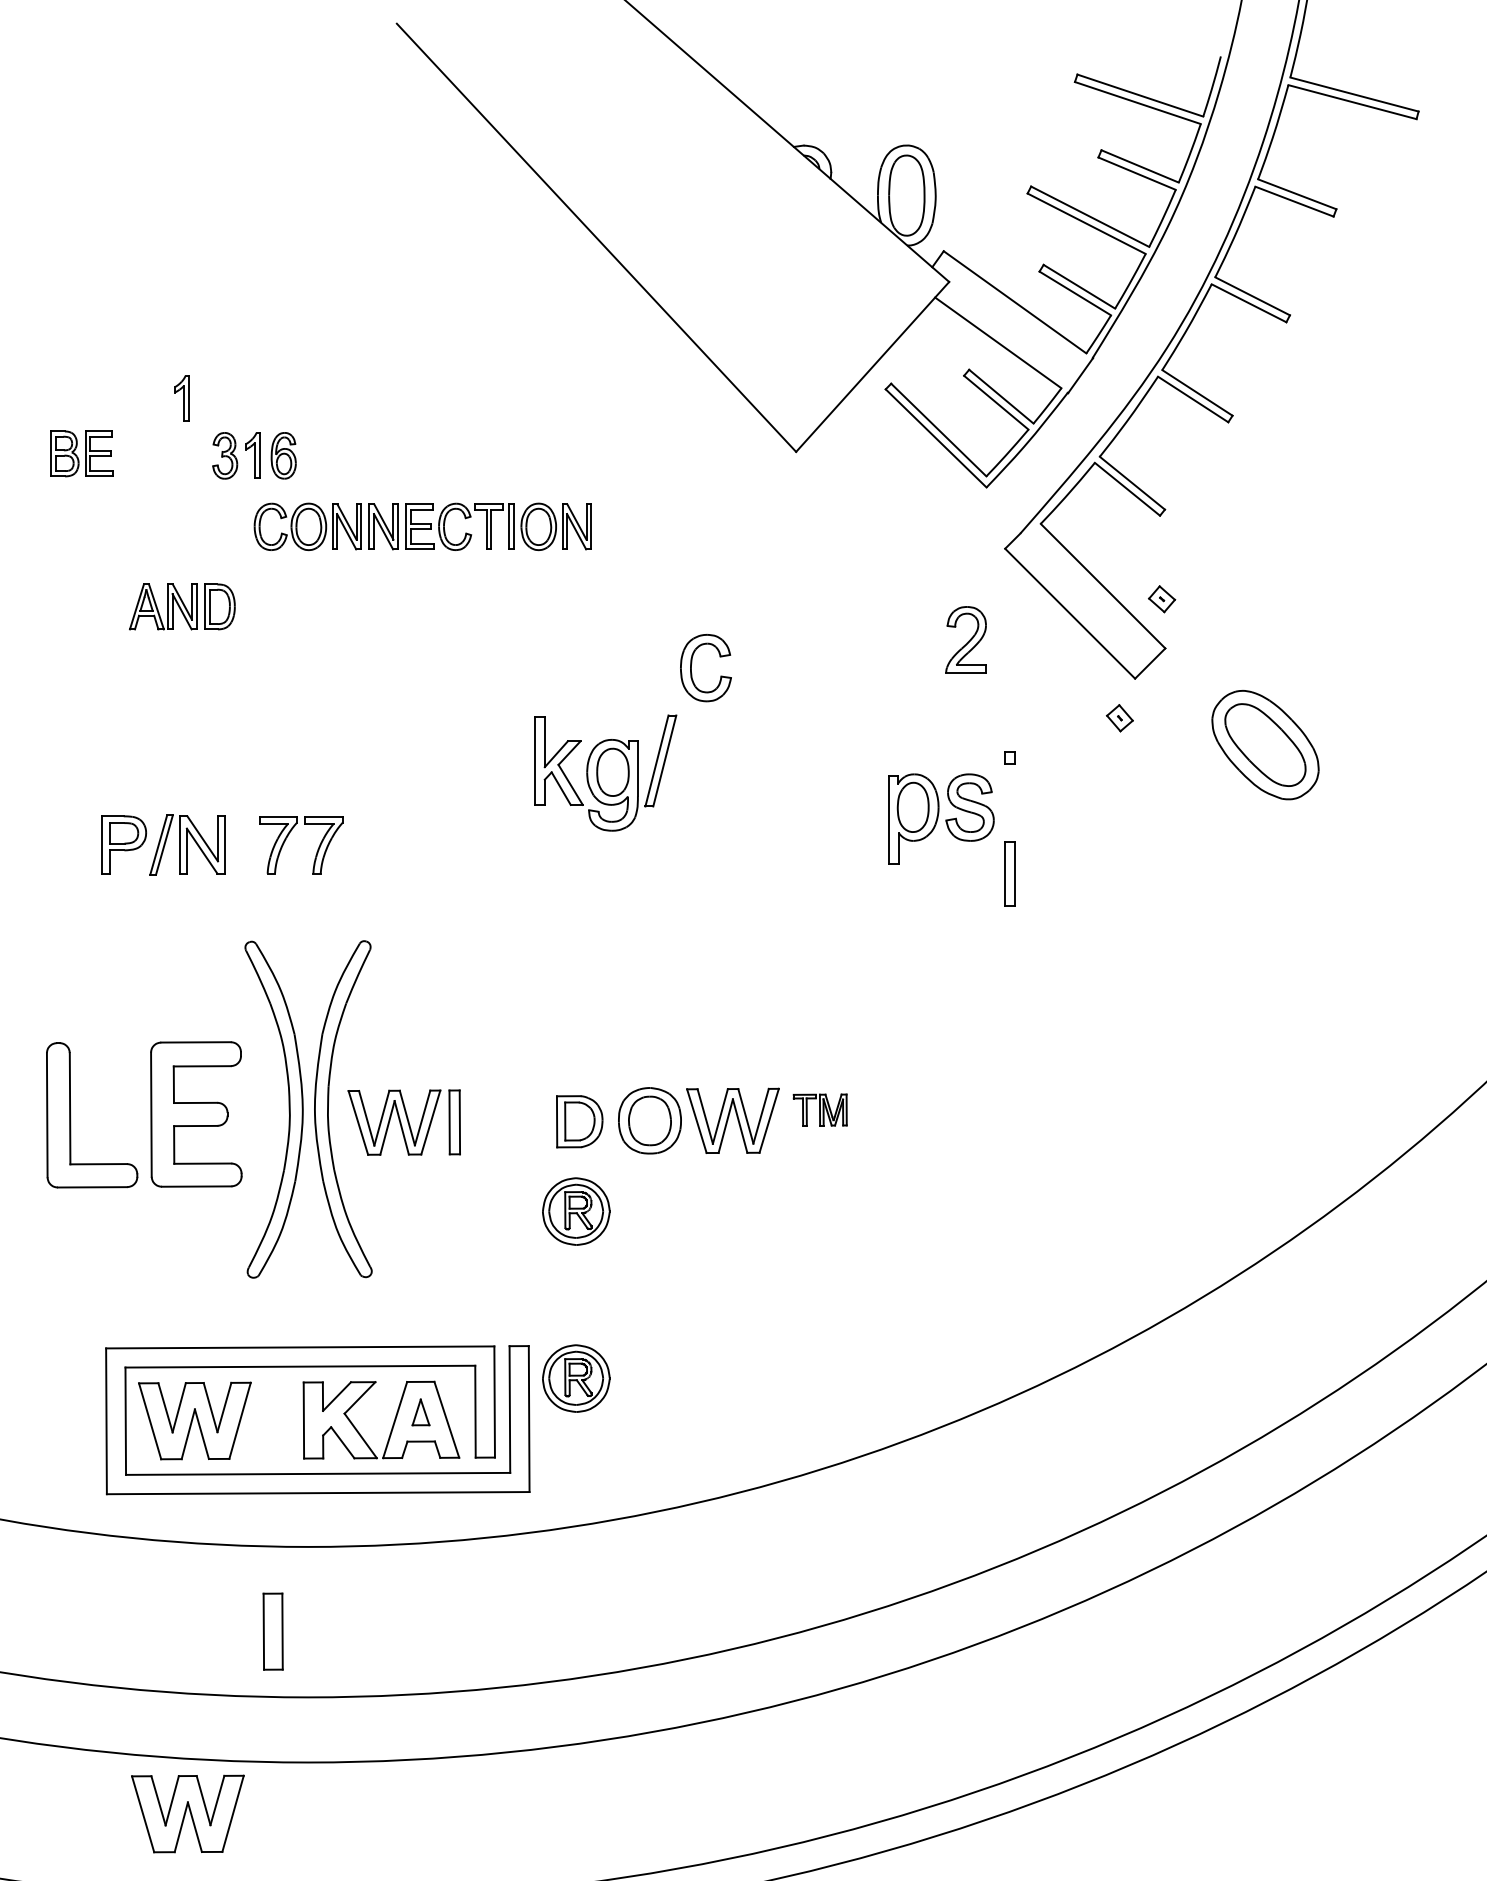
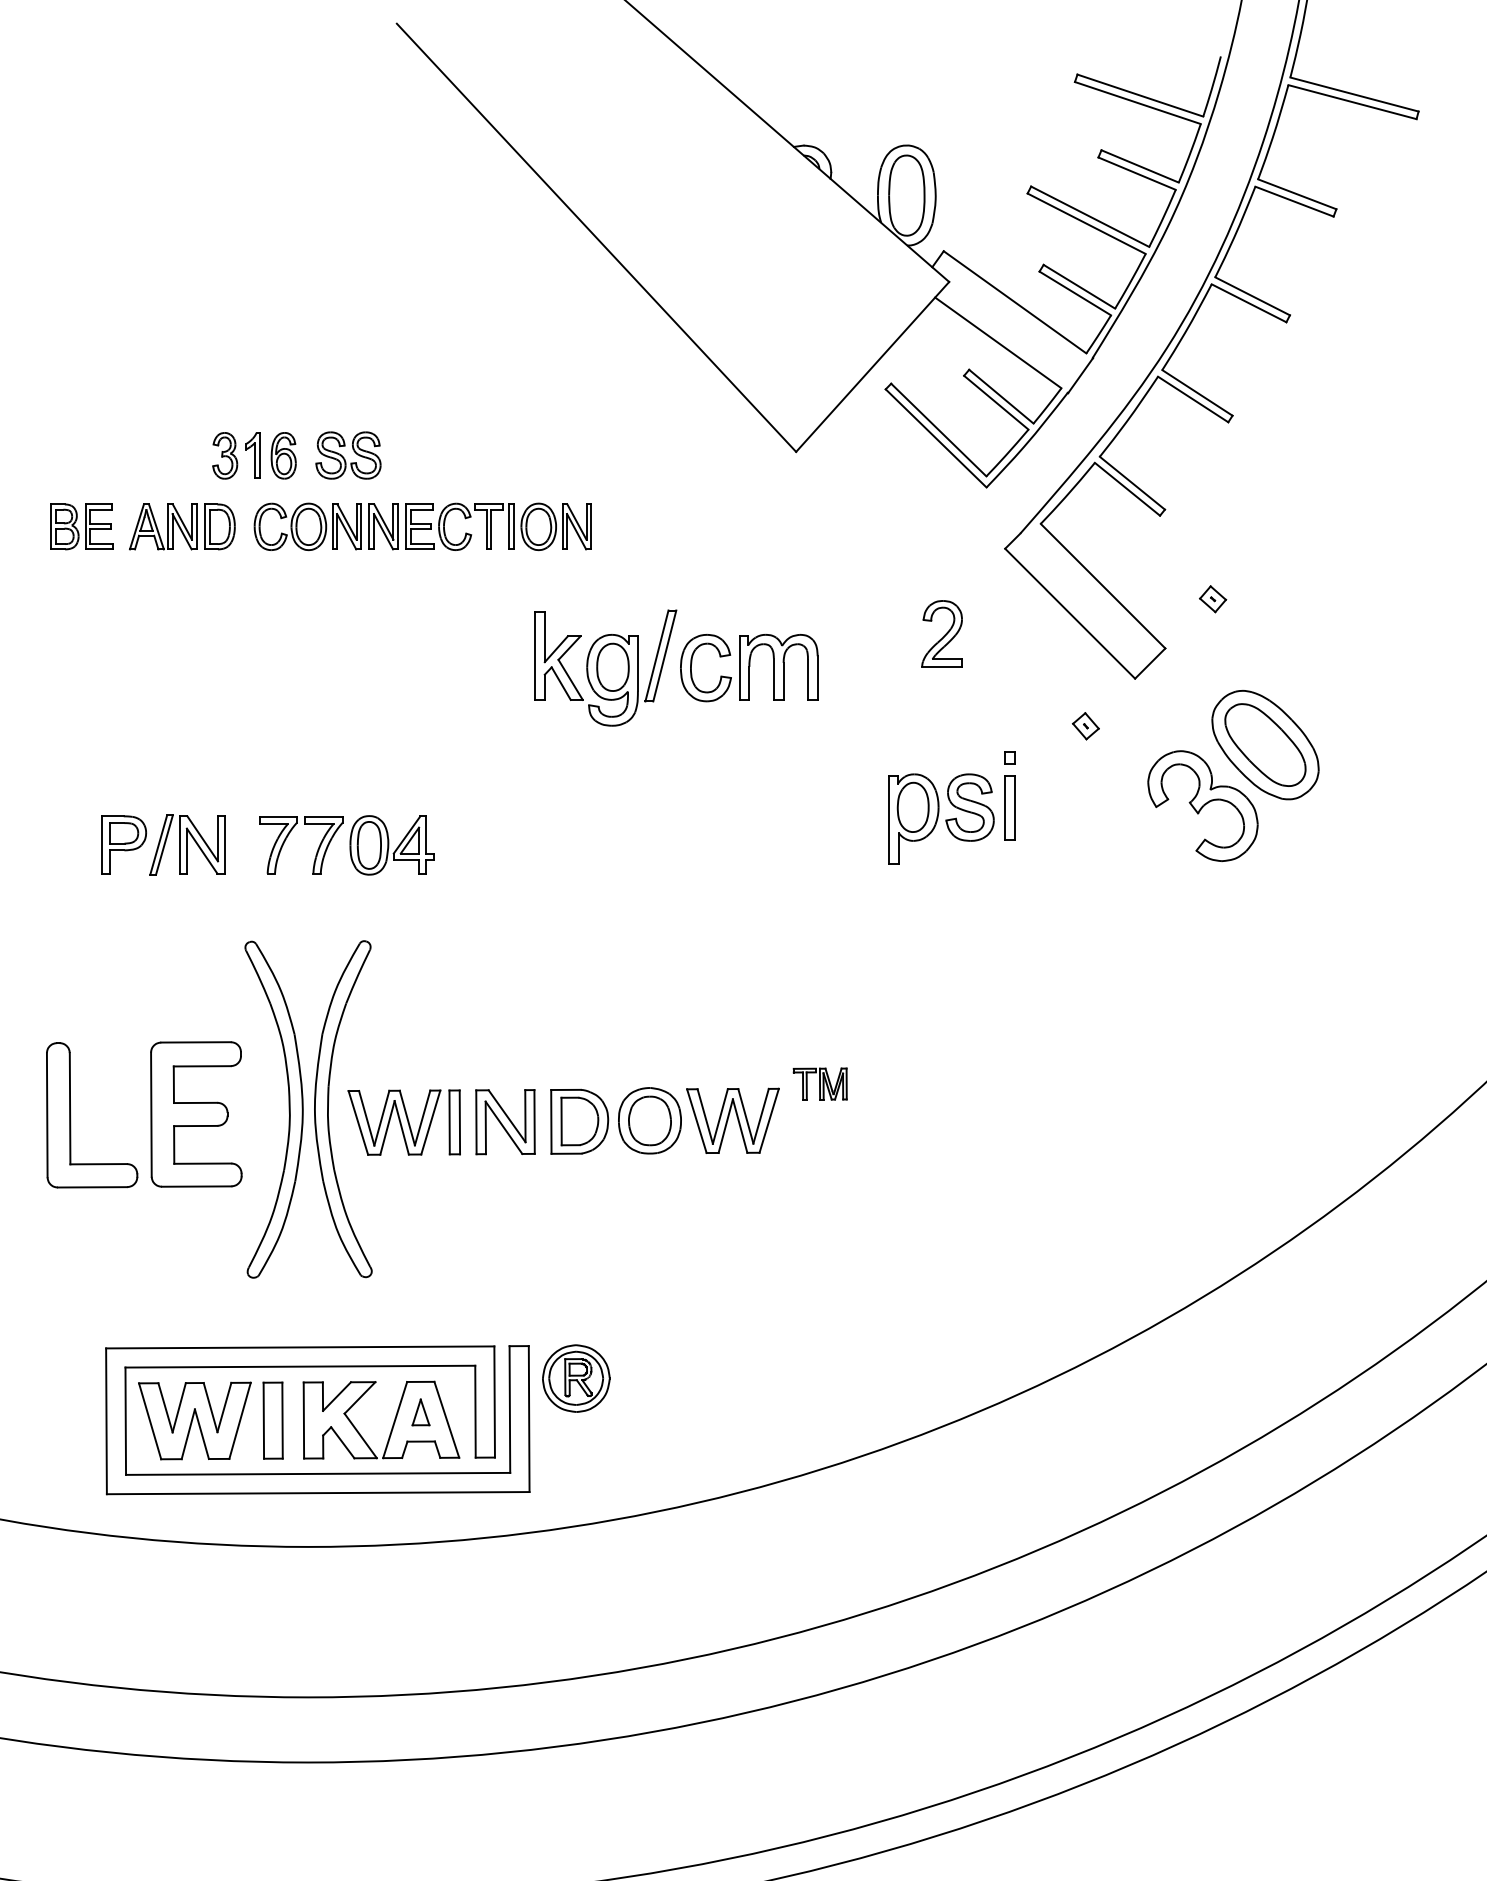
part at (181, 398): present -> none
part at (81, 453) position: (81, 453) -> (81, 526)
part at (348, 455): none -> present
part at (1162, 599) position: (1162, 599) -> (1213, 599)
part at (182, 606) position: (182, 606) -> (182, 526)
part at (965, 639) position: (965, 639) -> (941, 633)
part at (778, 667): none -> present
part at (1119, 718) position: (1119, 718) -> (1085, 726)
part at (605, 772) position: (605, 772) -> (605, 667)
part at (1202, 805): none -> present
part at (391, 845): none -> present
part at (1009, 873) position: (1009, 873) -> (1009, 807)
part at (819, 1109) position: (819, 1109) -> (819, 1083)
part at (579, 1121) size: 48x54 px -> 60x67 px
part at (505, 1122): none -> present
part at (576, 1211): present -> none
part at (272, 1631) position: (272, 1631) -> (272, 1420)
part at (187, 1813): present -> none
